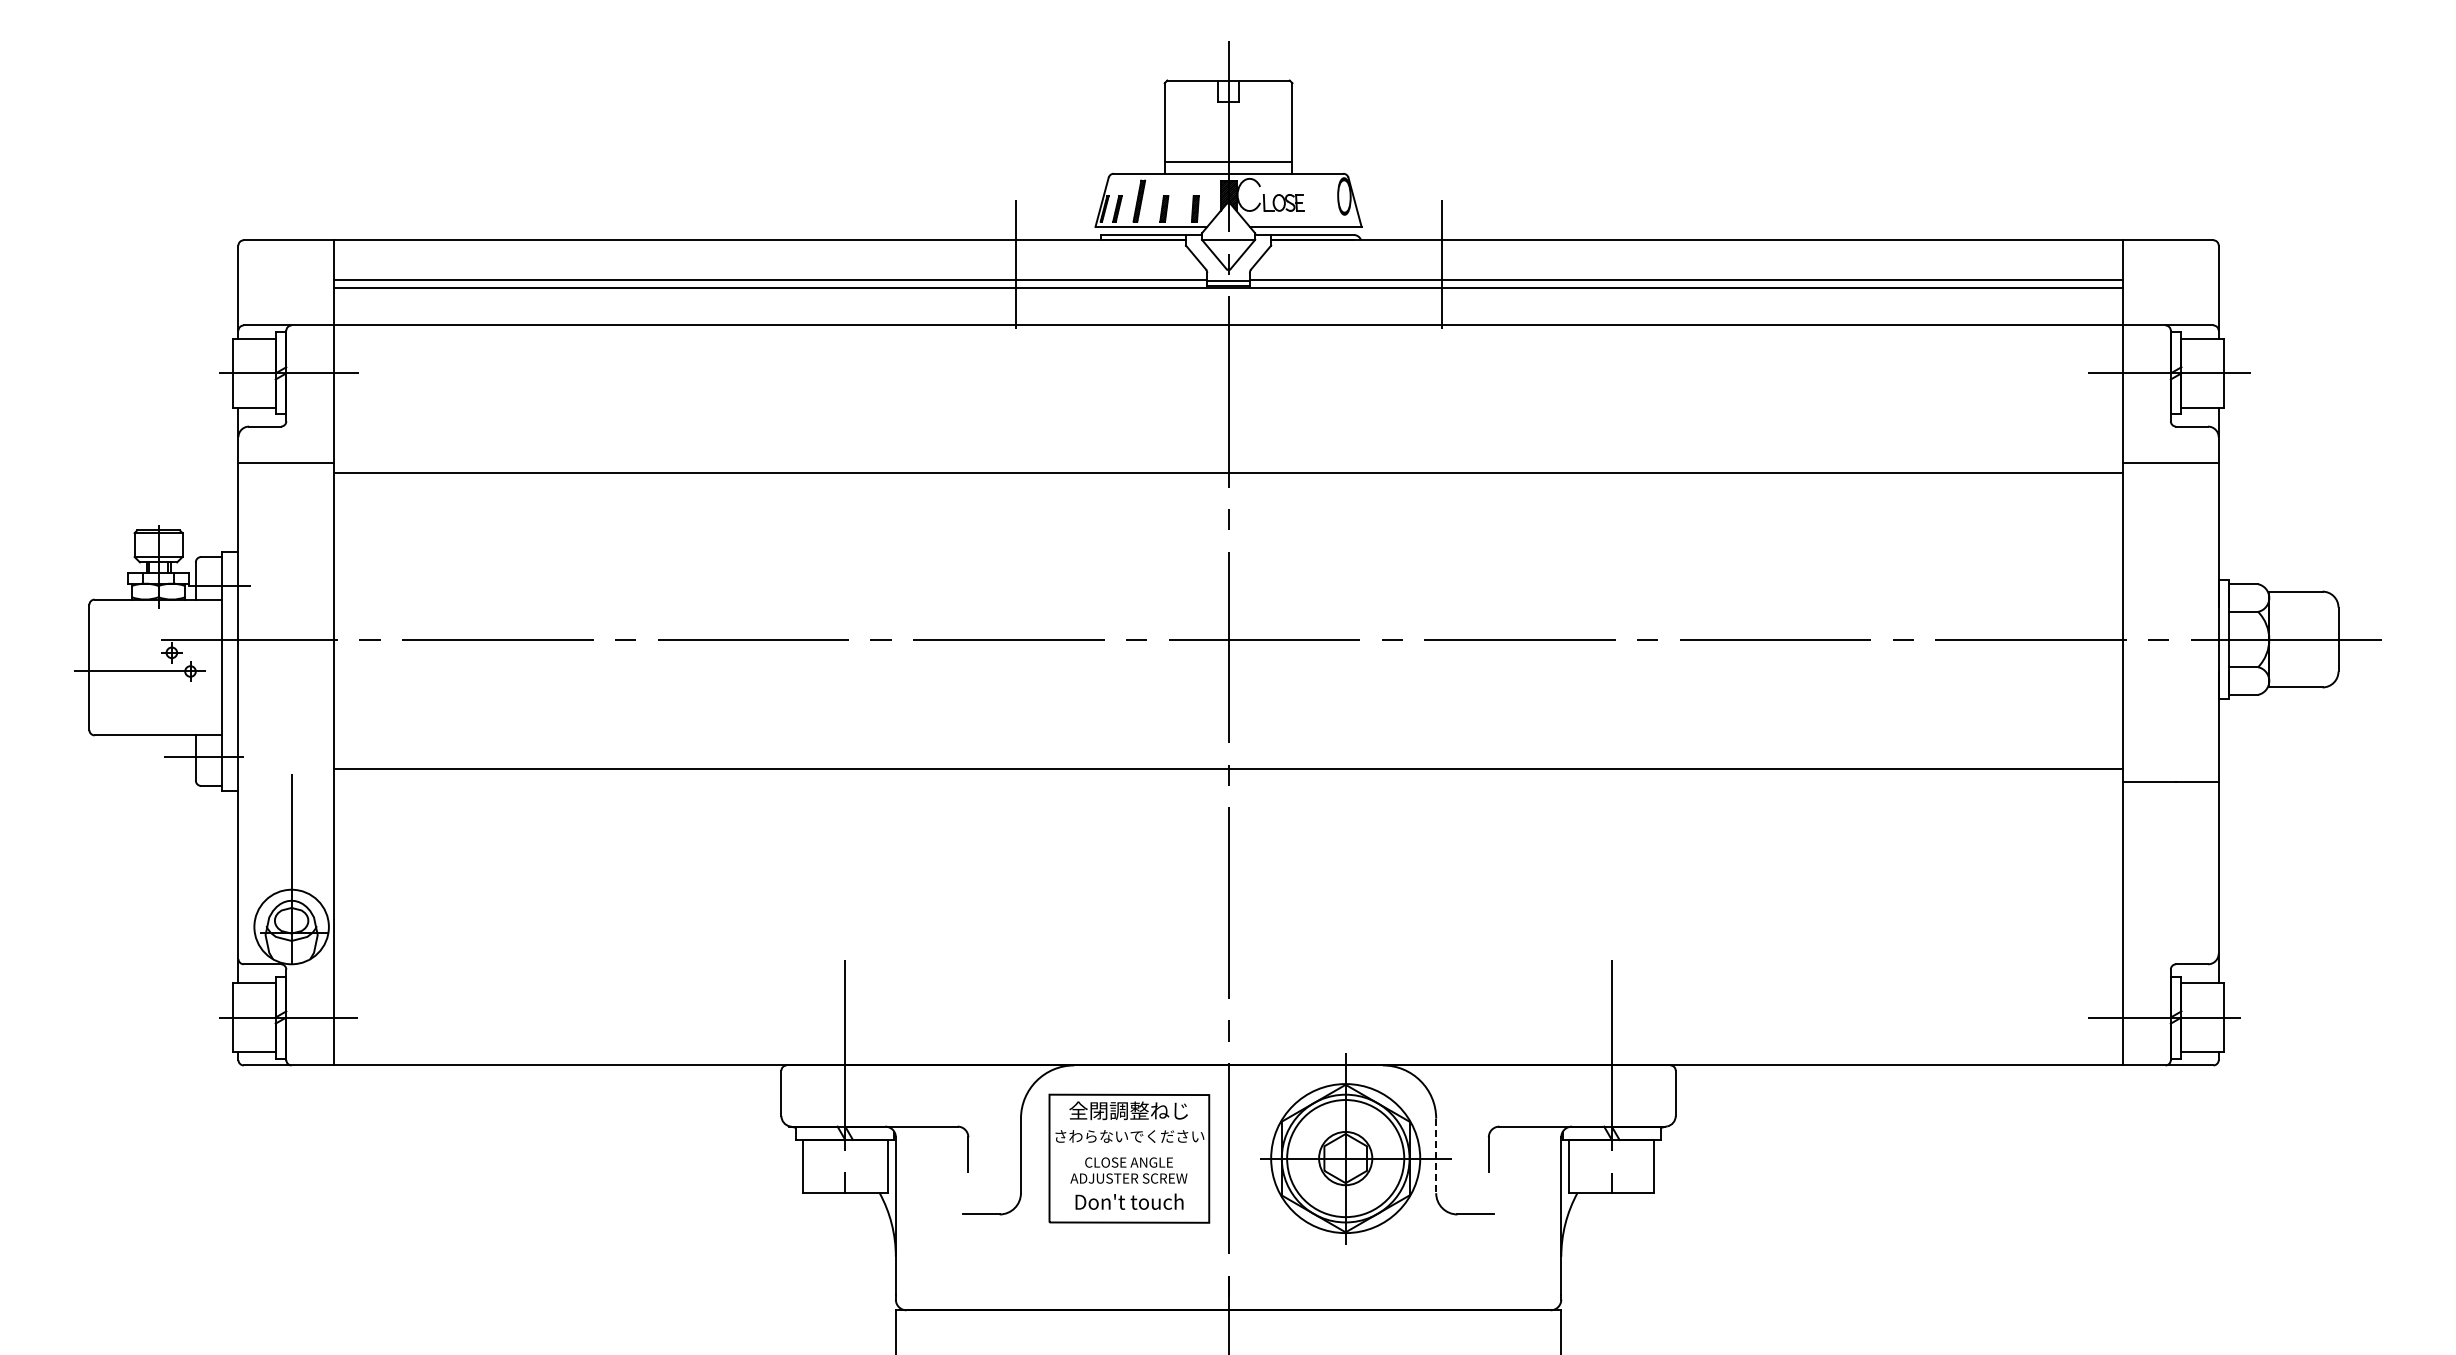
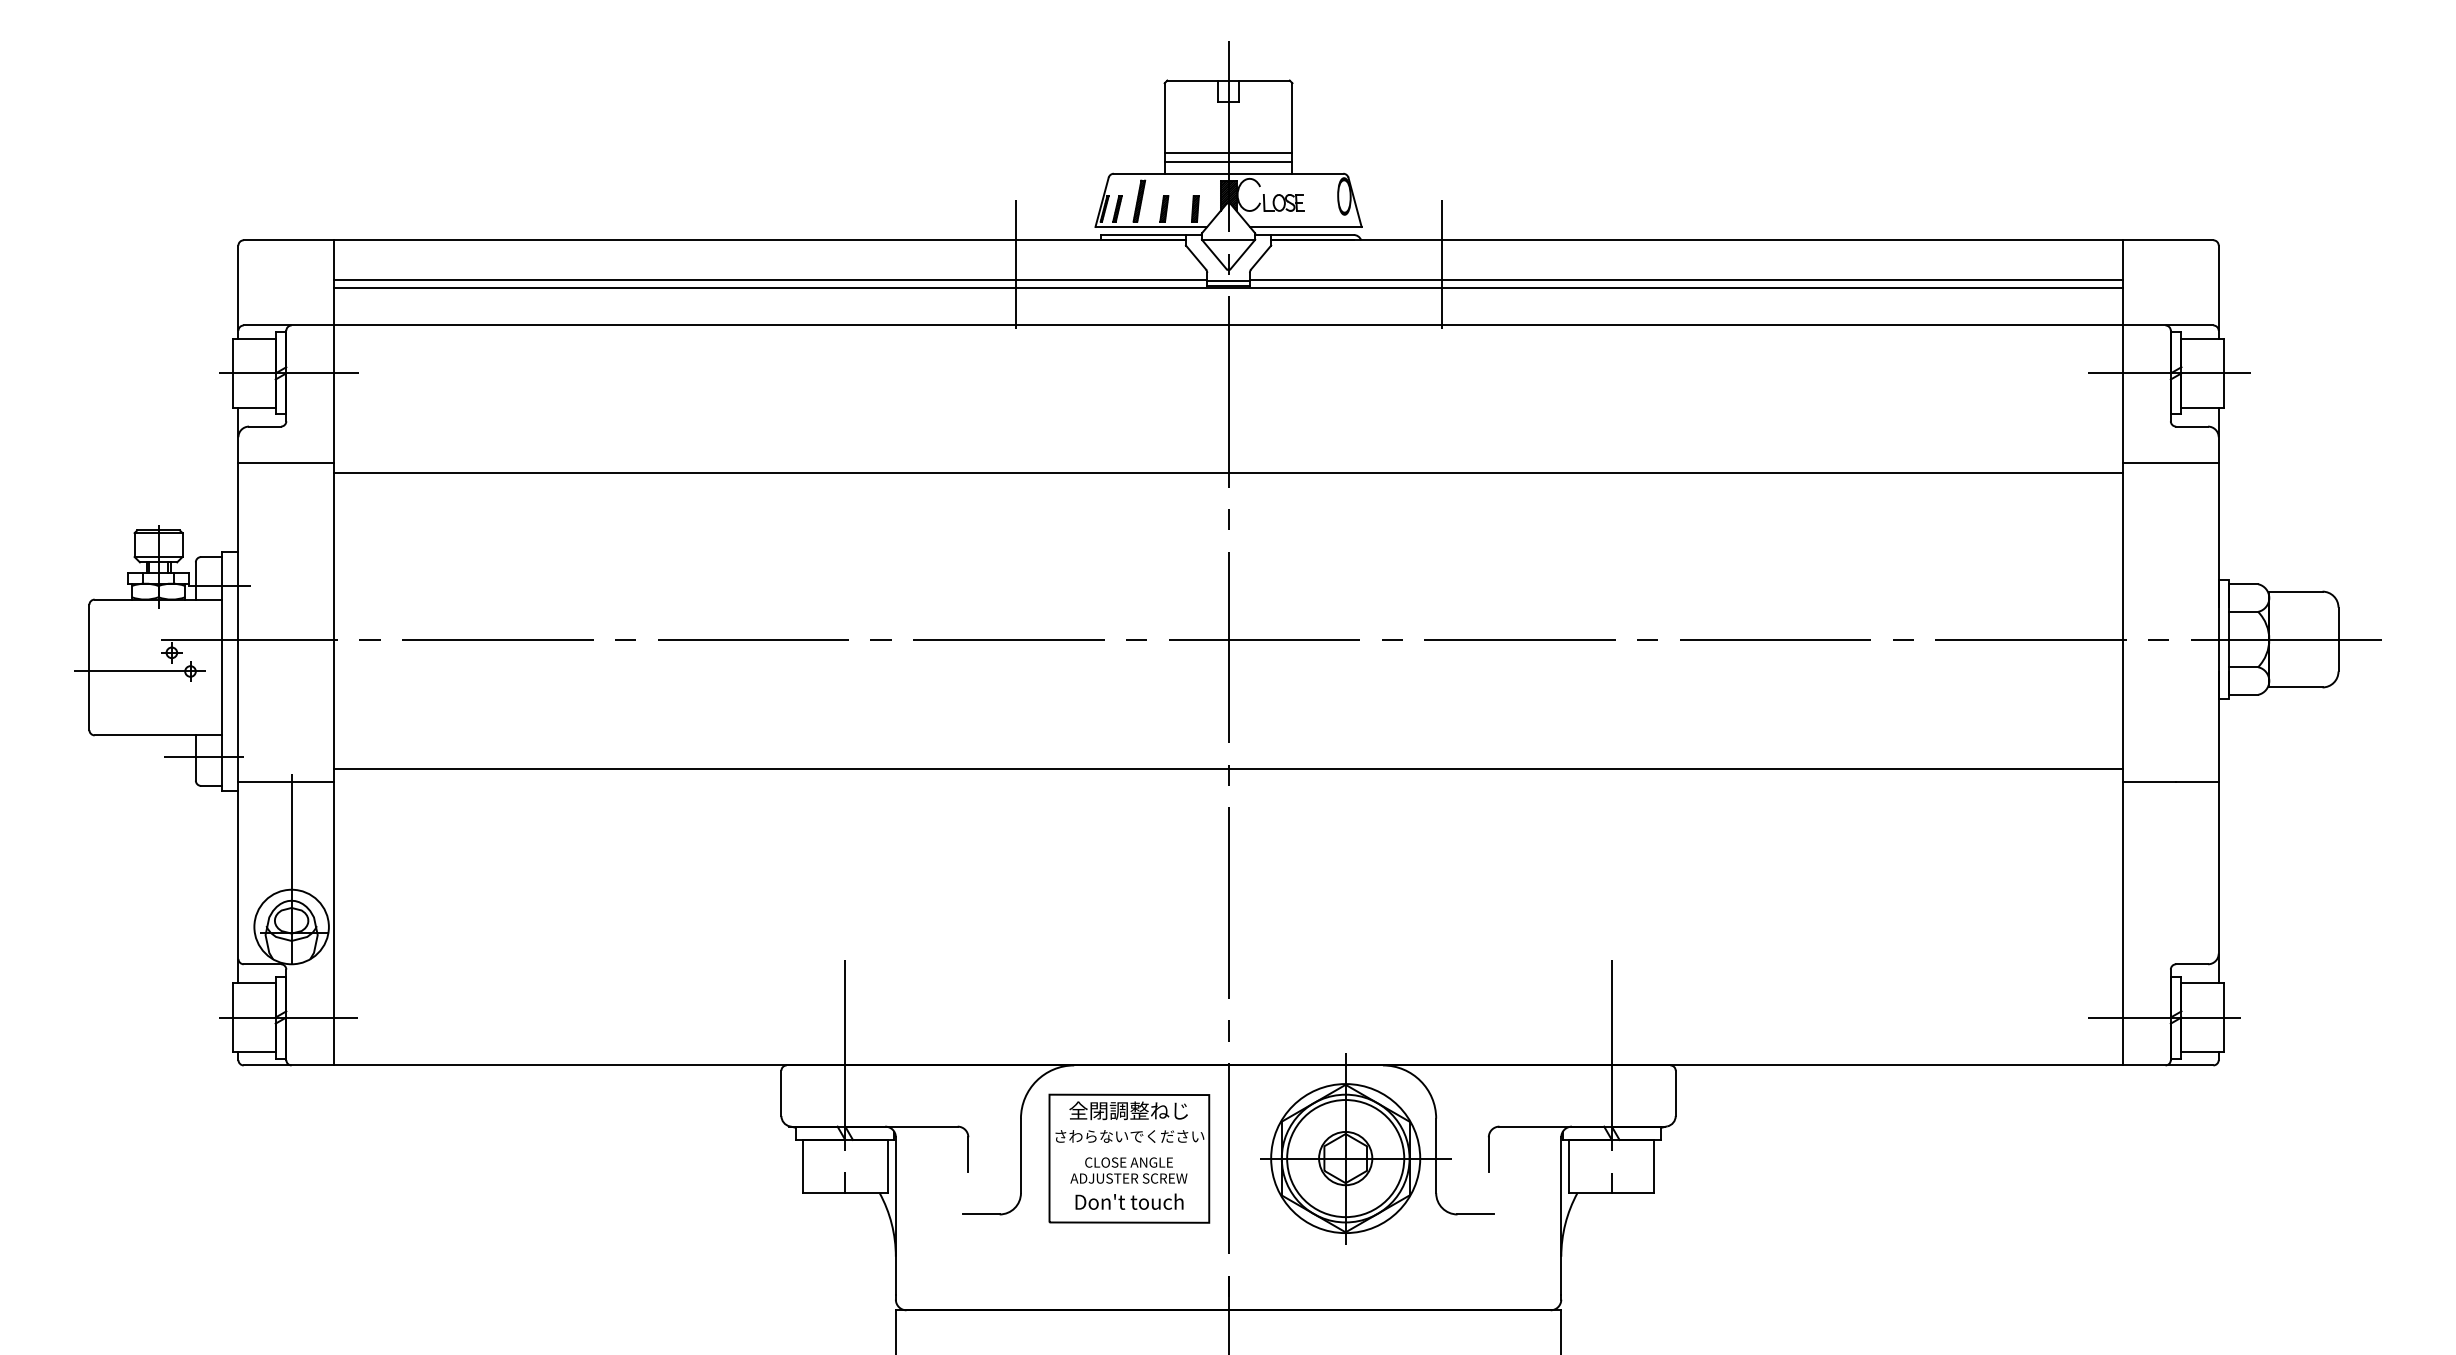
line at (1228, 152): none -> present
line at (286, 781): none -> present
line at (1436, 1156): dashed -> solid
